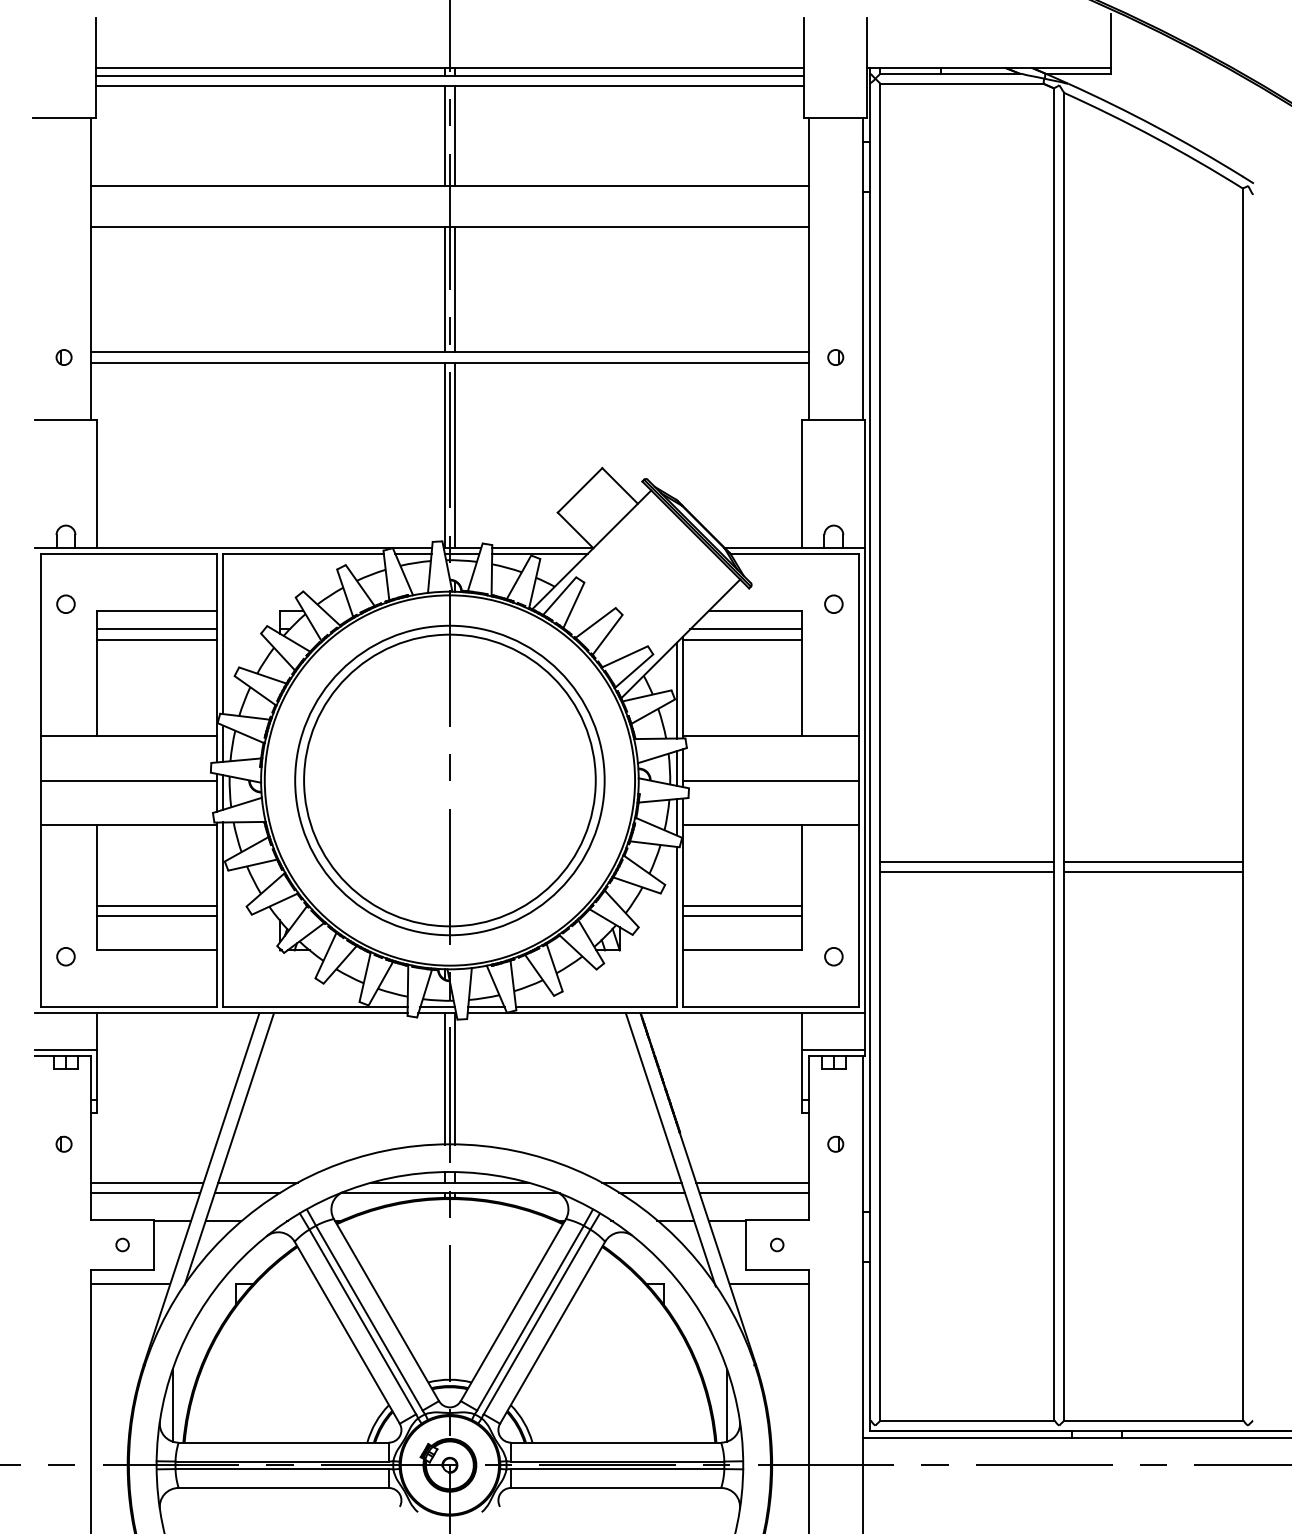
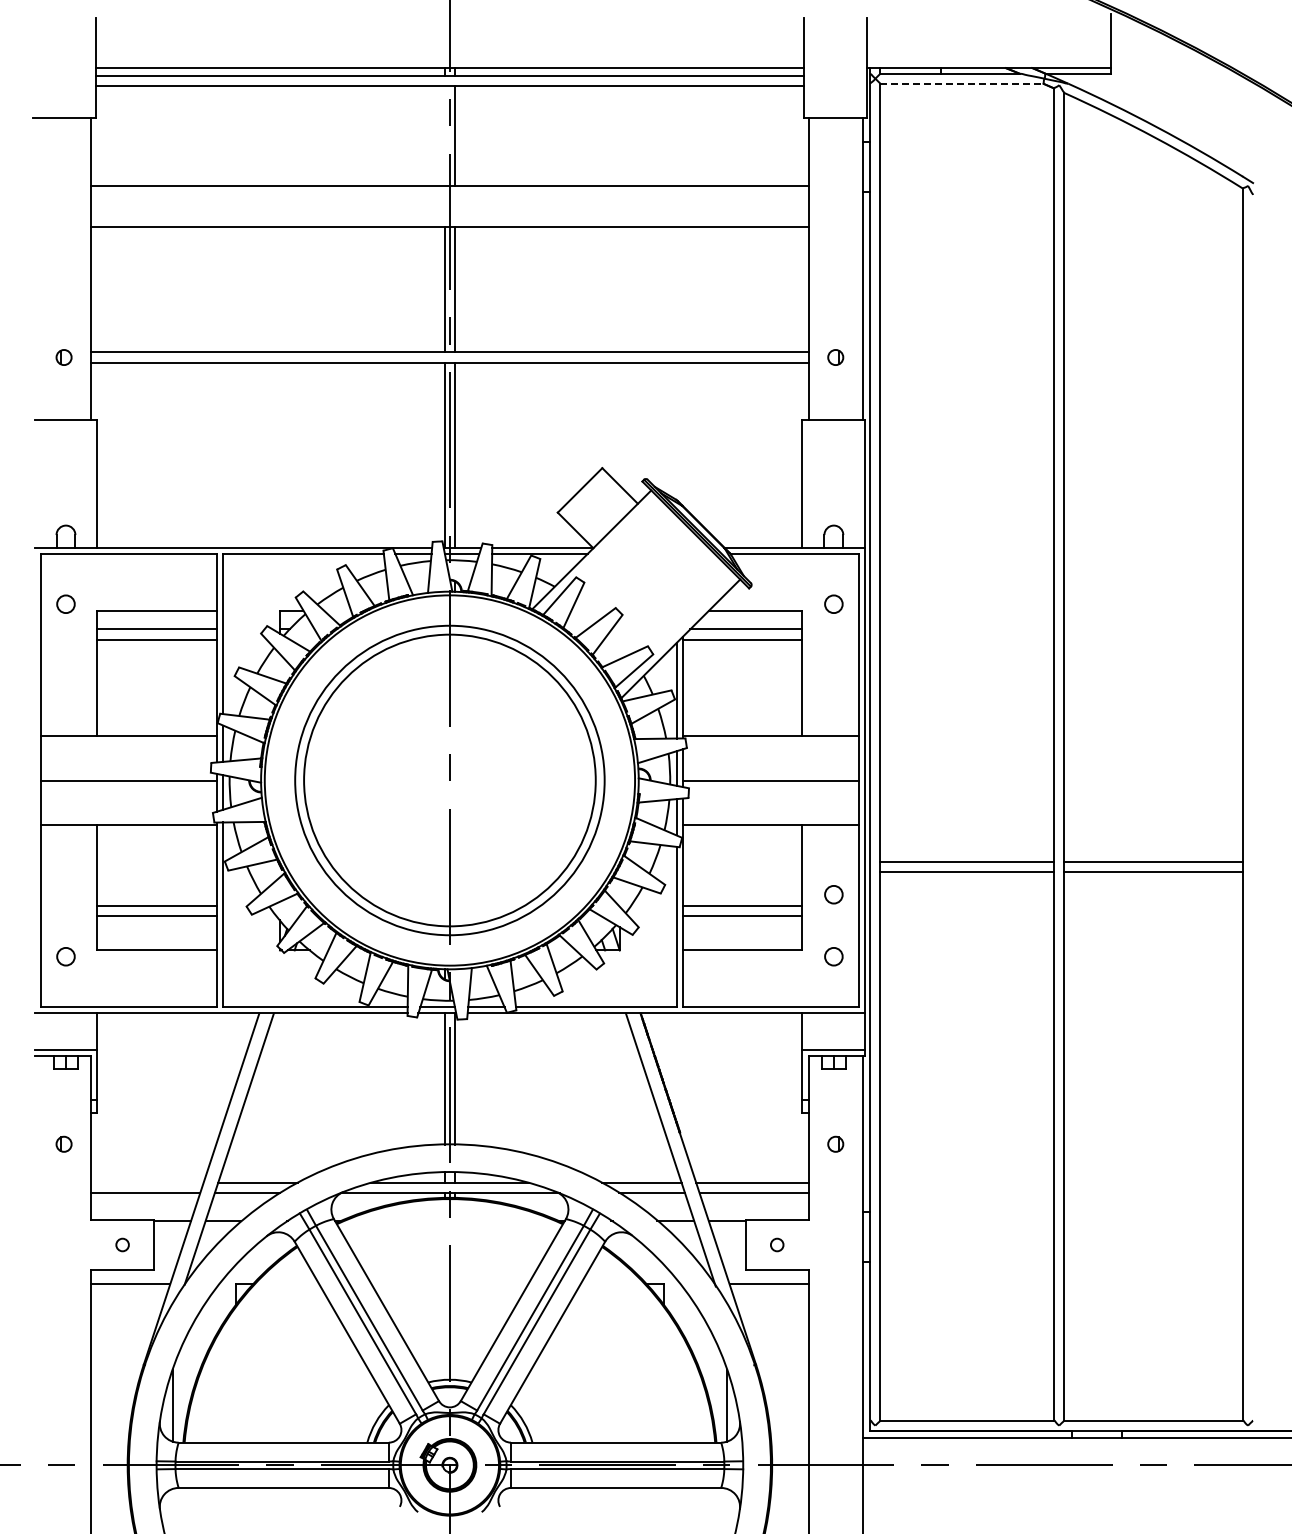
line at (961, 83): solid -> dashed
line at (444, 135): present -> none
circle at (833, 894): none -> present
line at (147, 1183): present -> none
